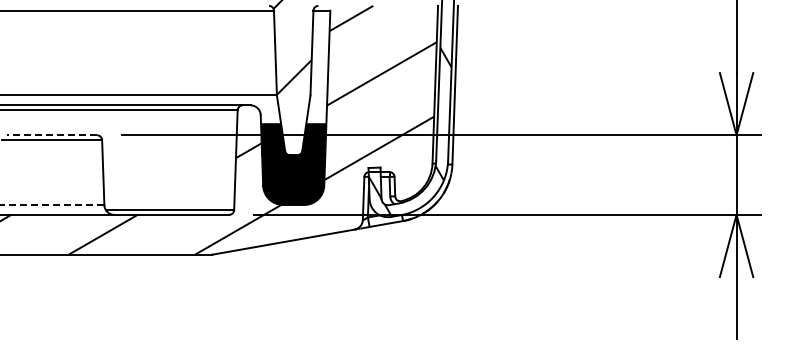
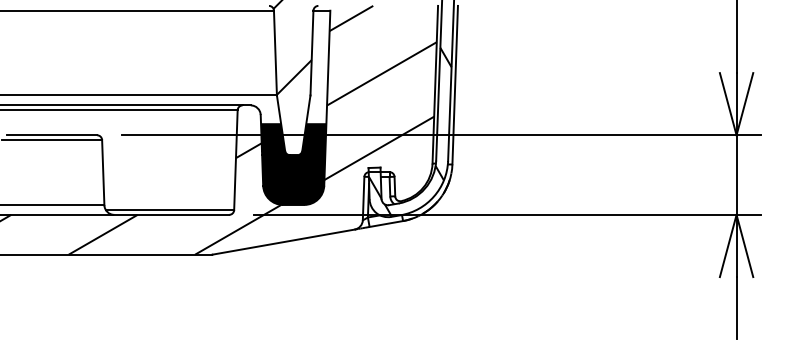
line at (52, 135): dashed -> solid
line at (51, 205): dashed -> solid
